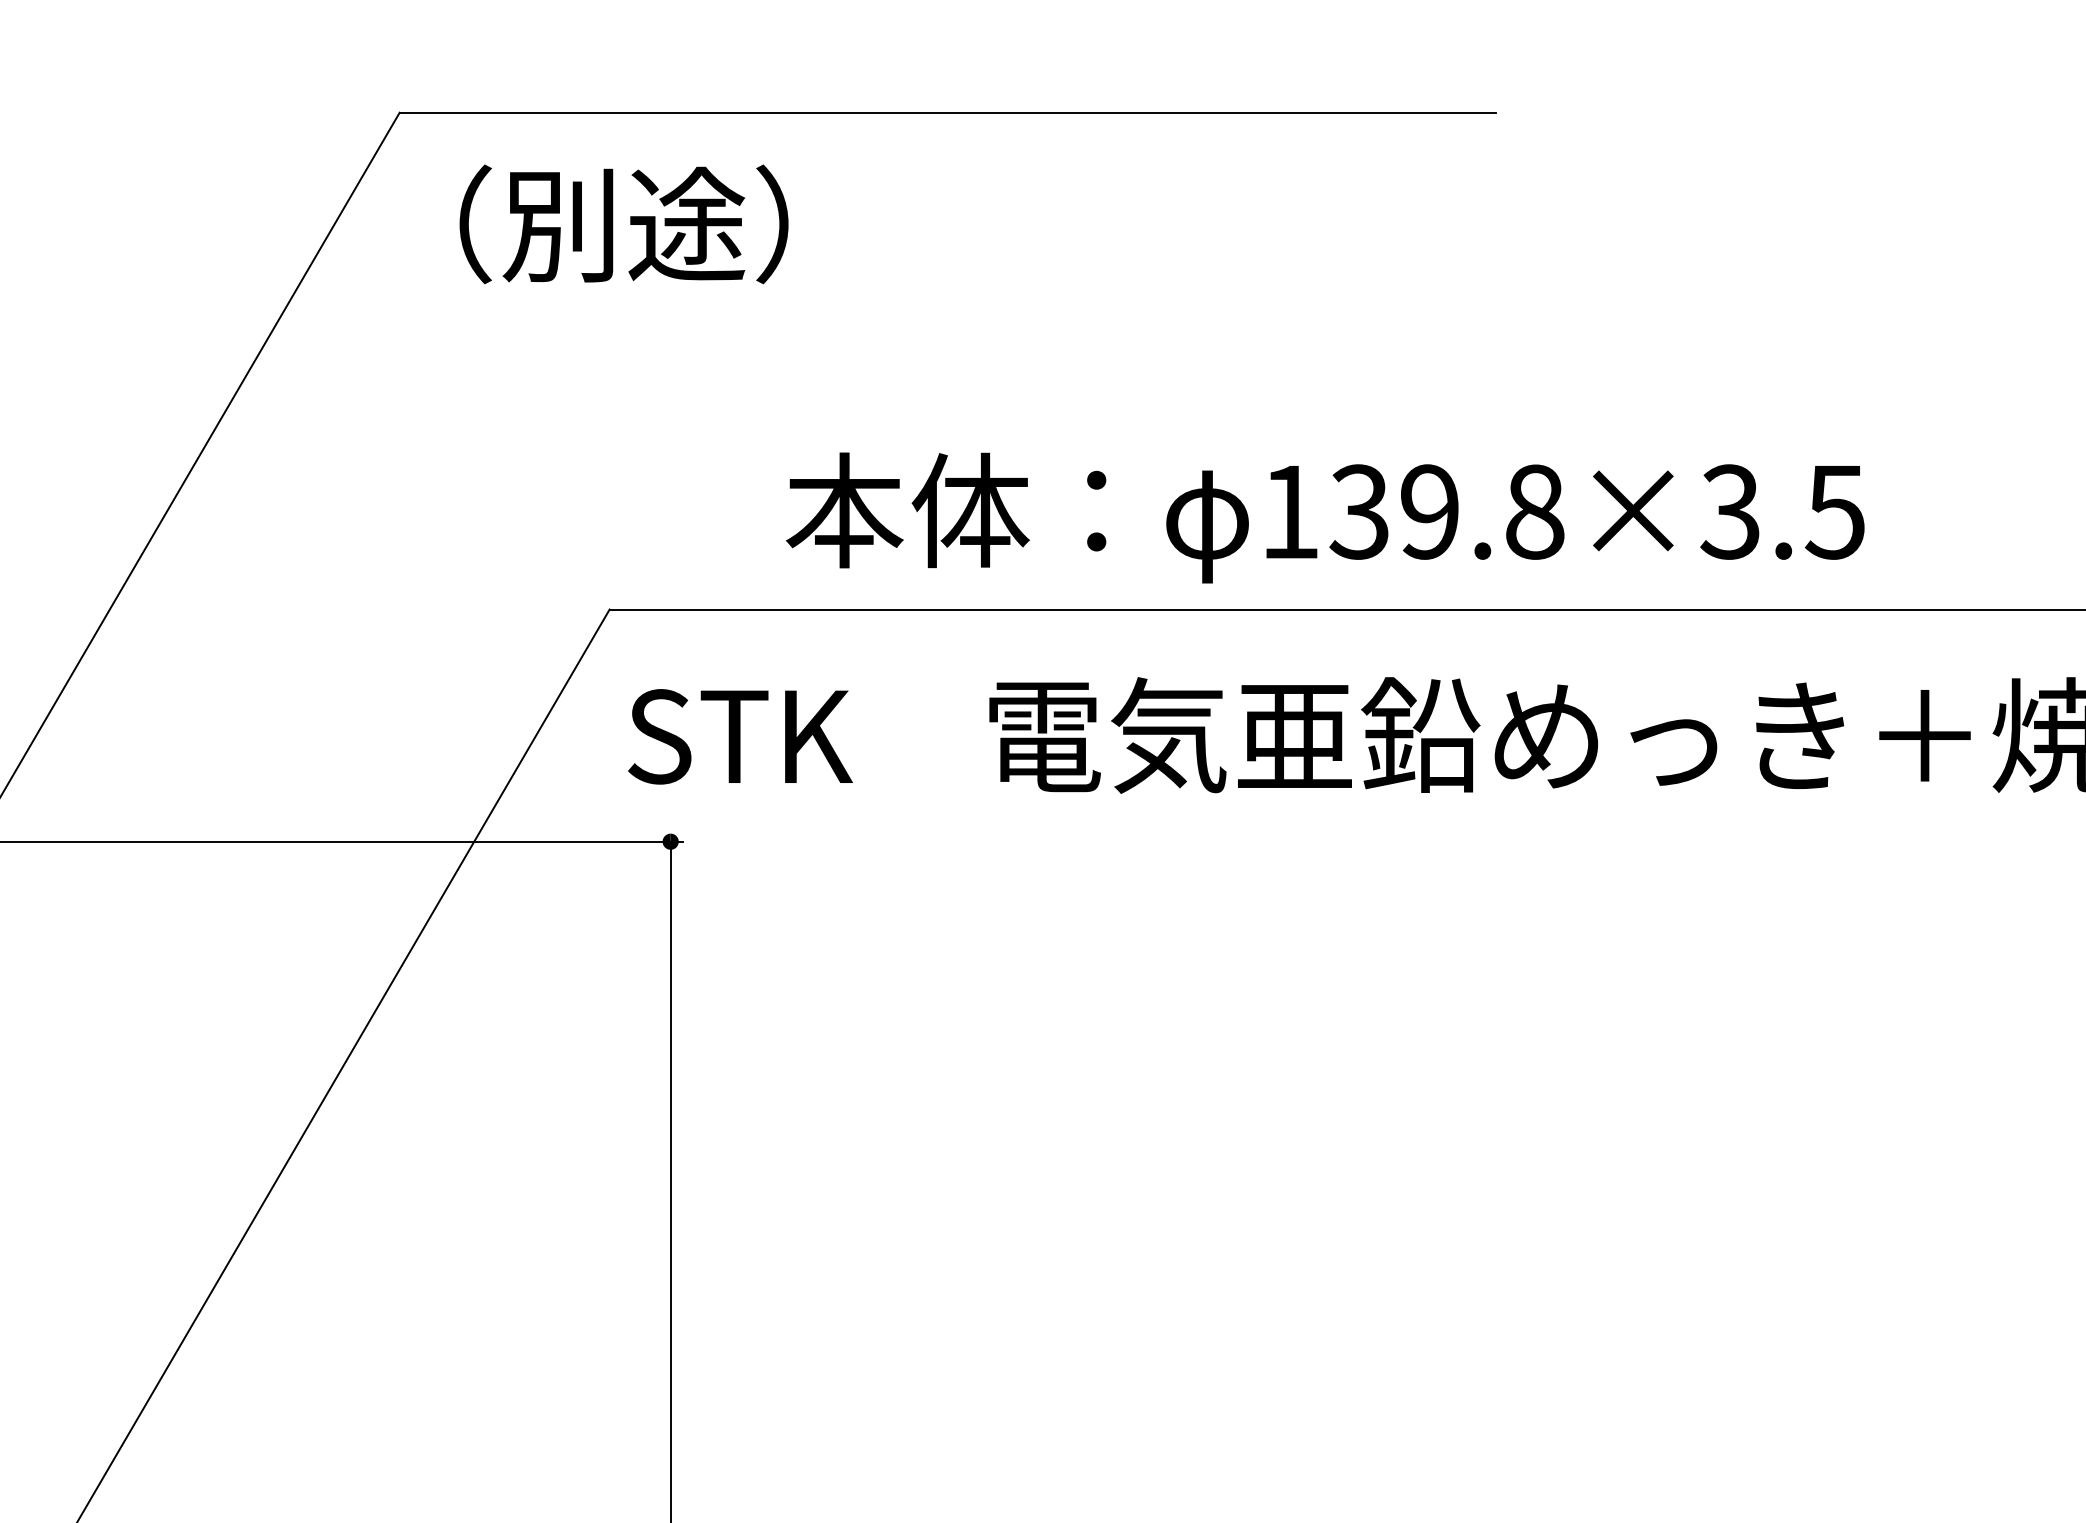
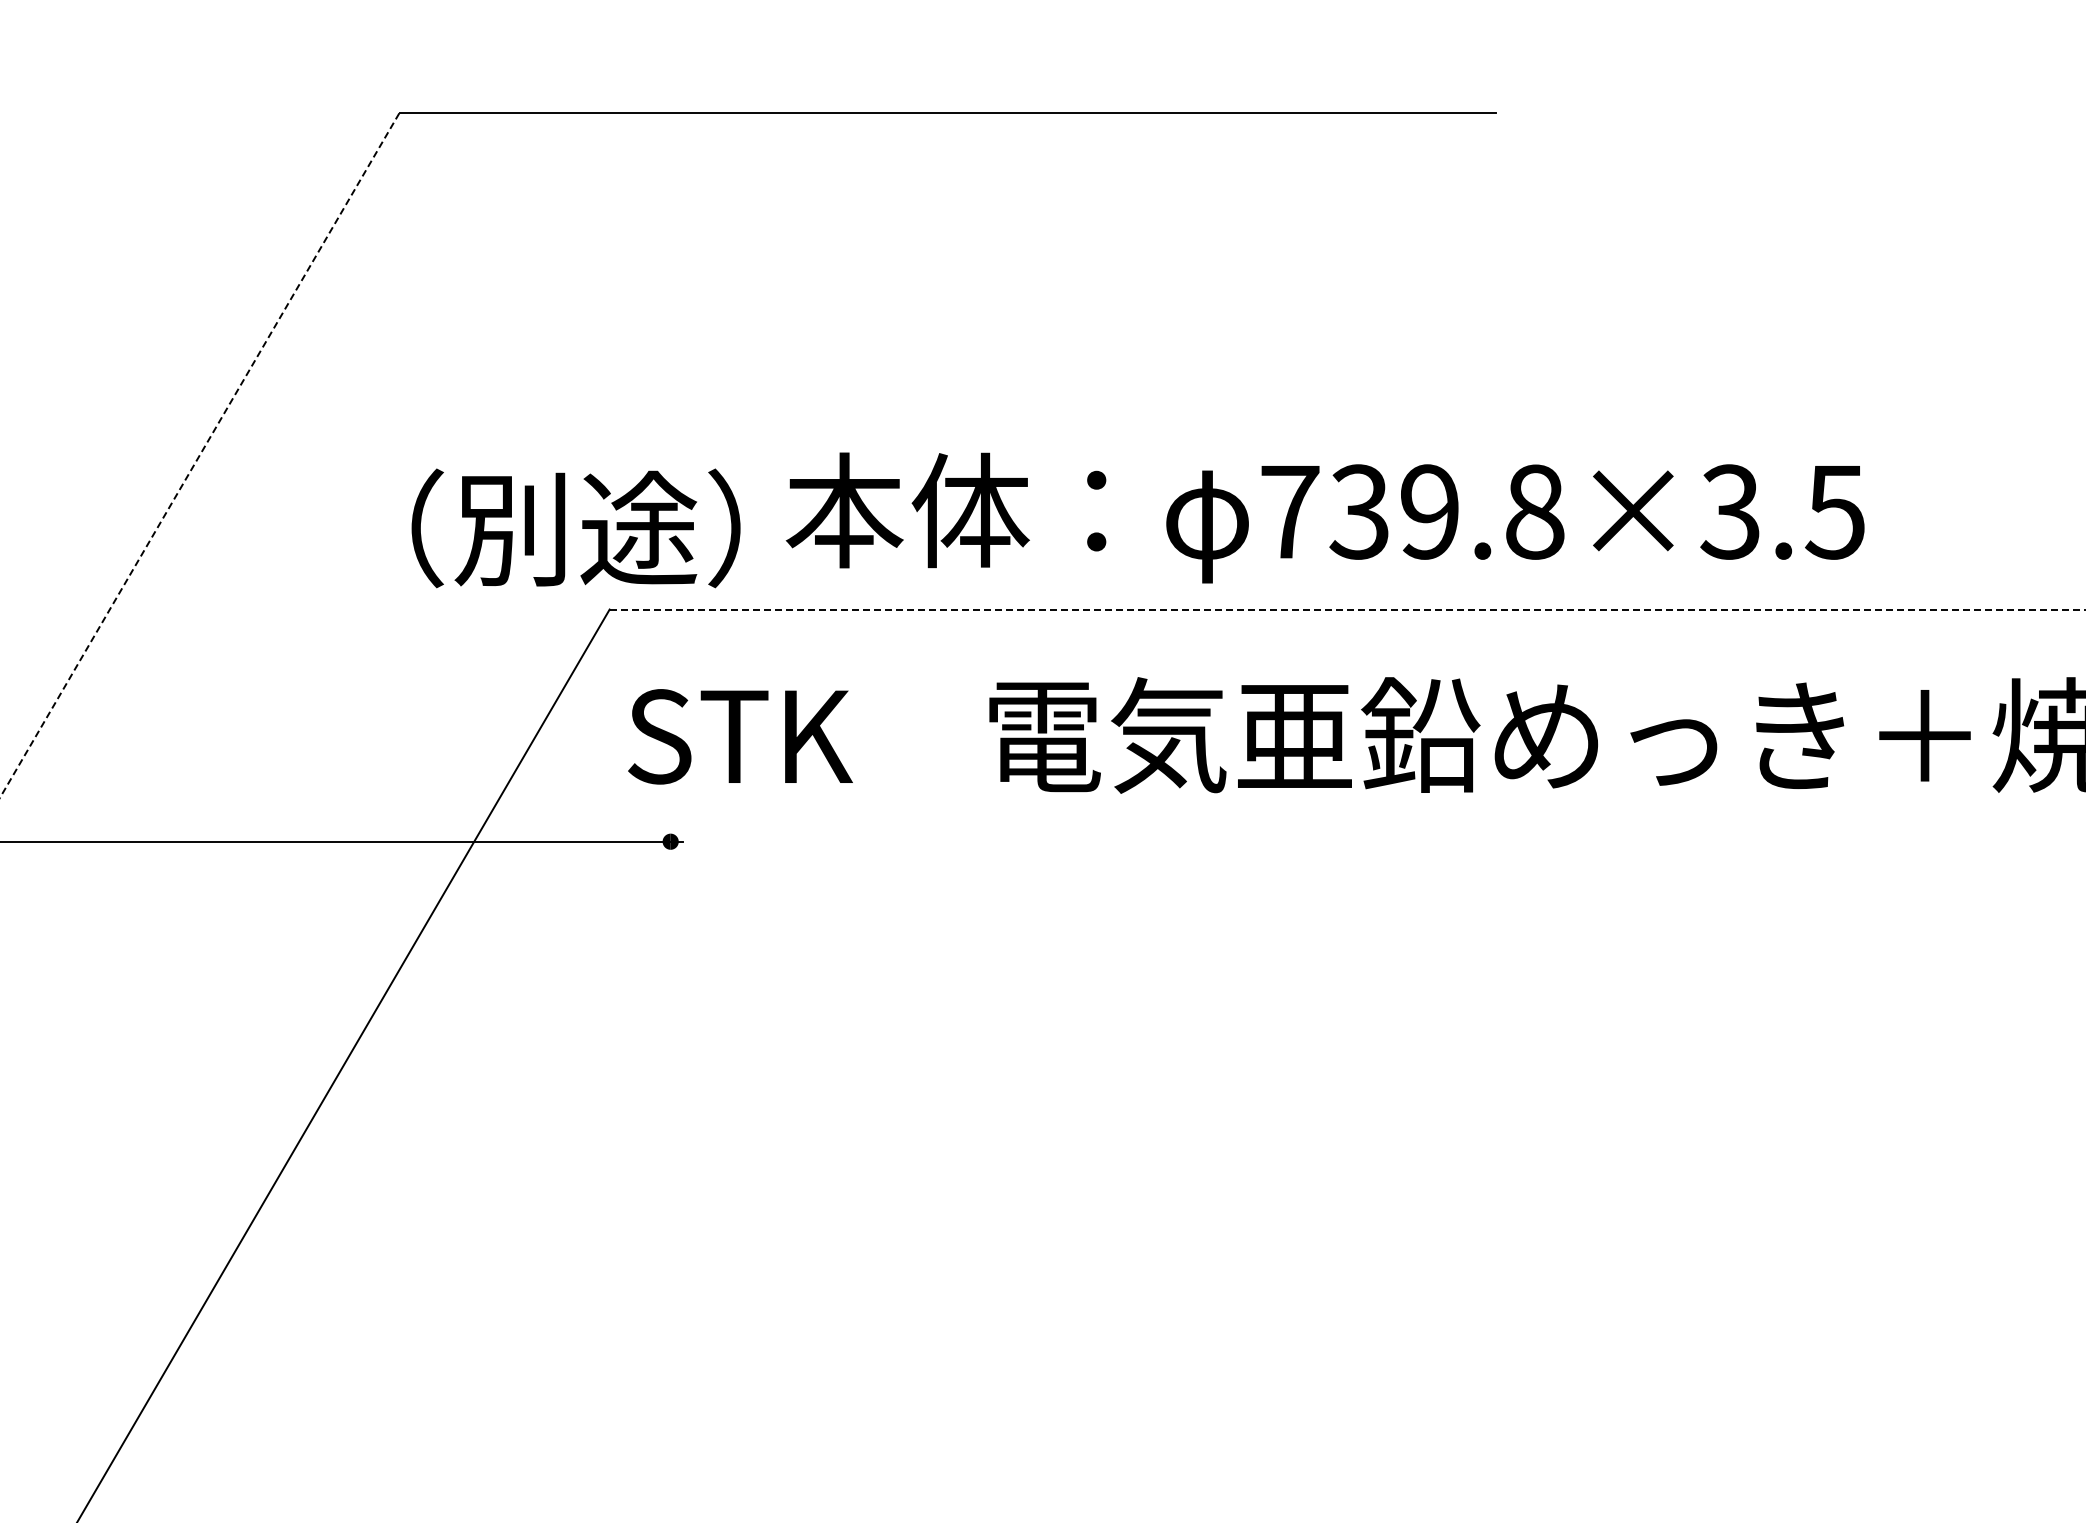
text at (623, 224) position: (623, 224) -> (575, 528)
line at (200, 454): solid -> dashed
text at (1290, 512): 139.8×3.5 -> 739.8×3.5
line at (1347, 609): solid -> dashed
line at (670, 1180): present -> none
